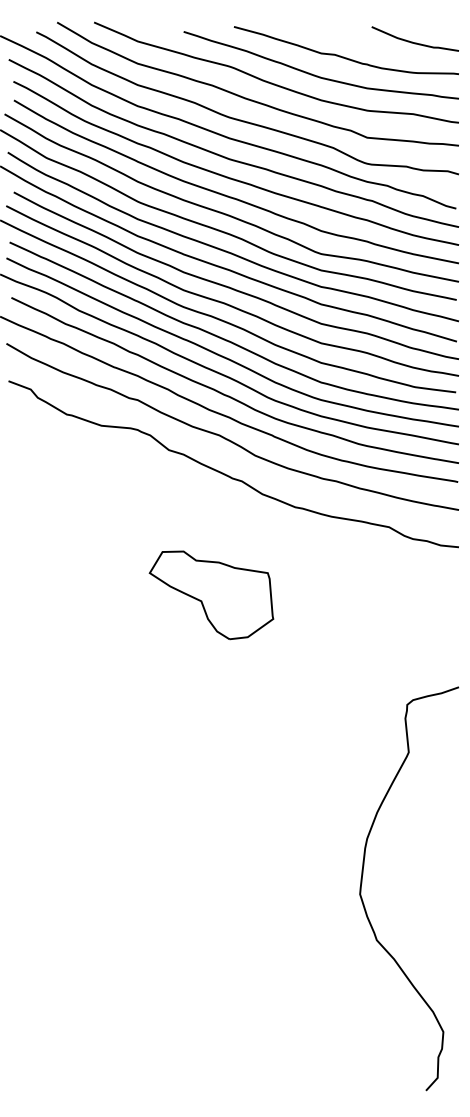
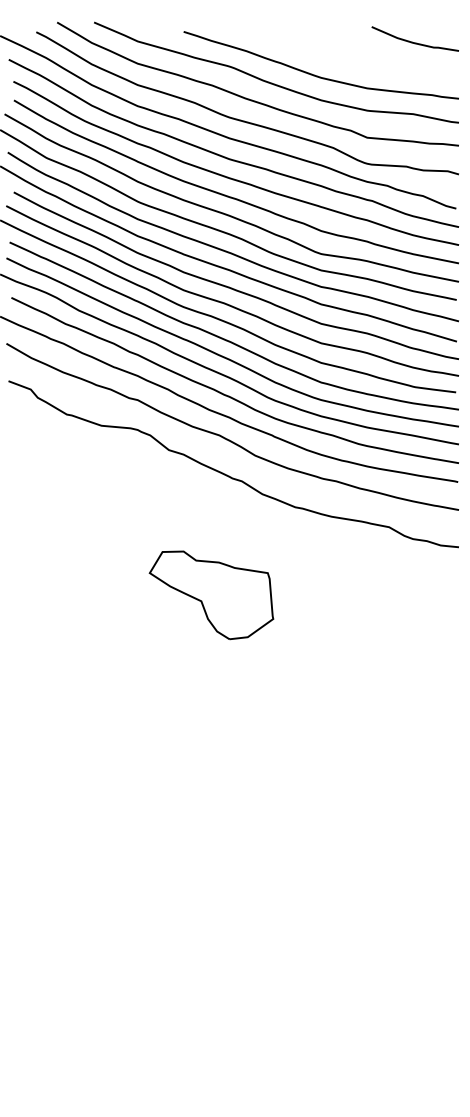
curve at (343, 56): present -> none
curve at (362, 883): present -> none
